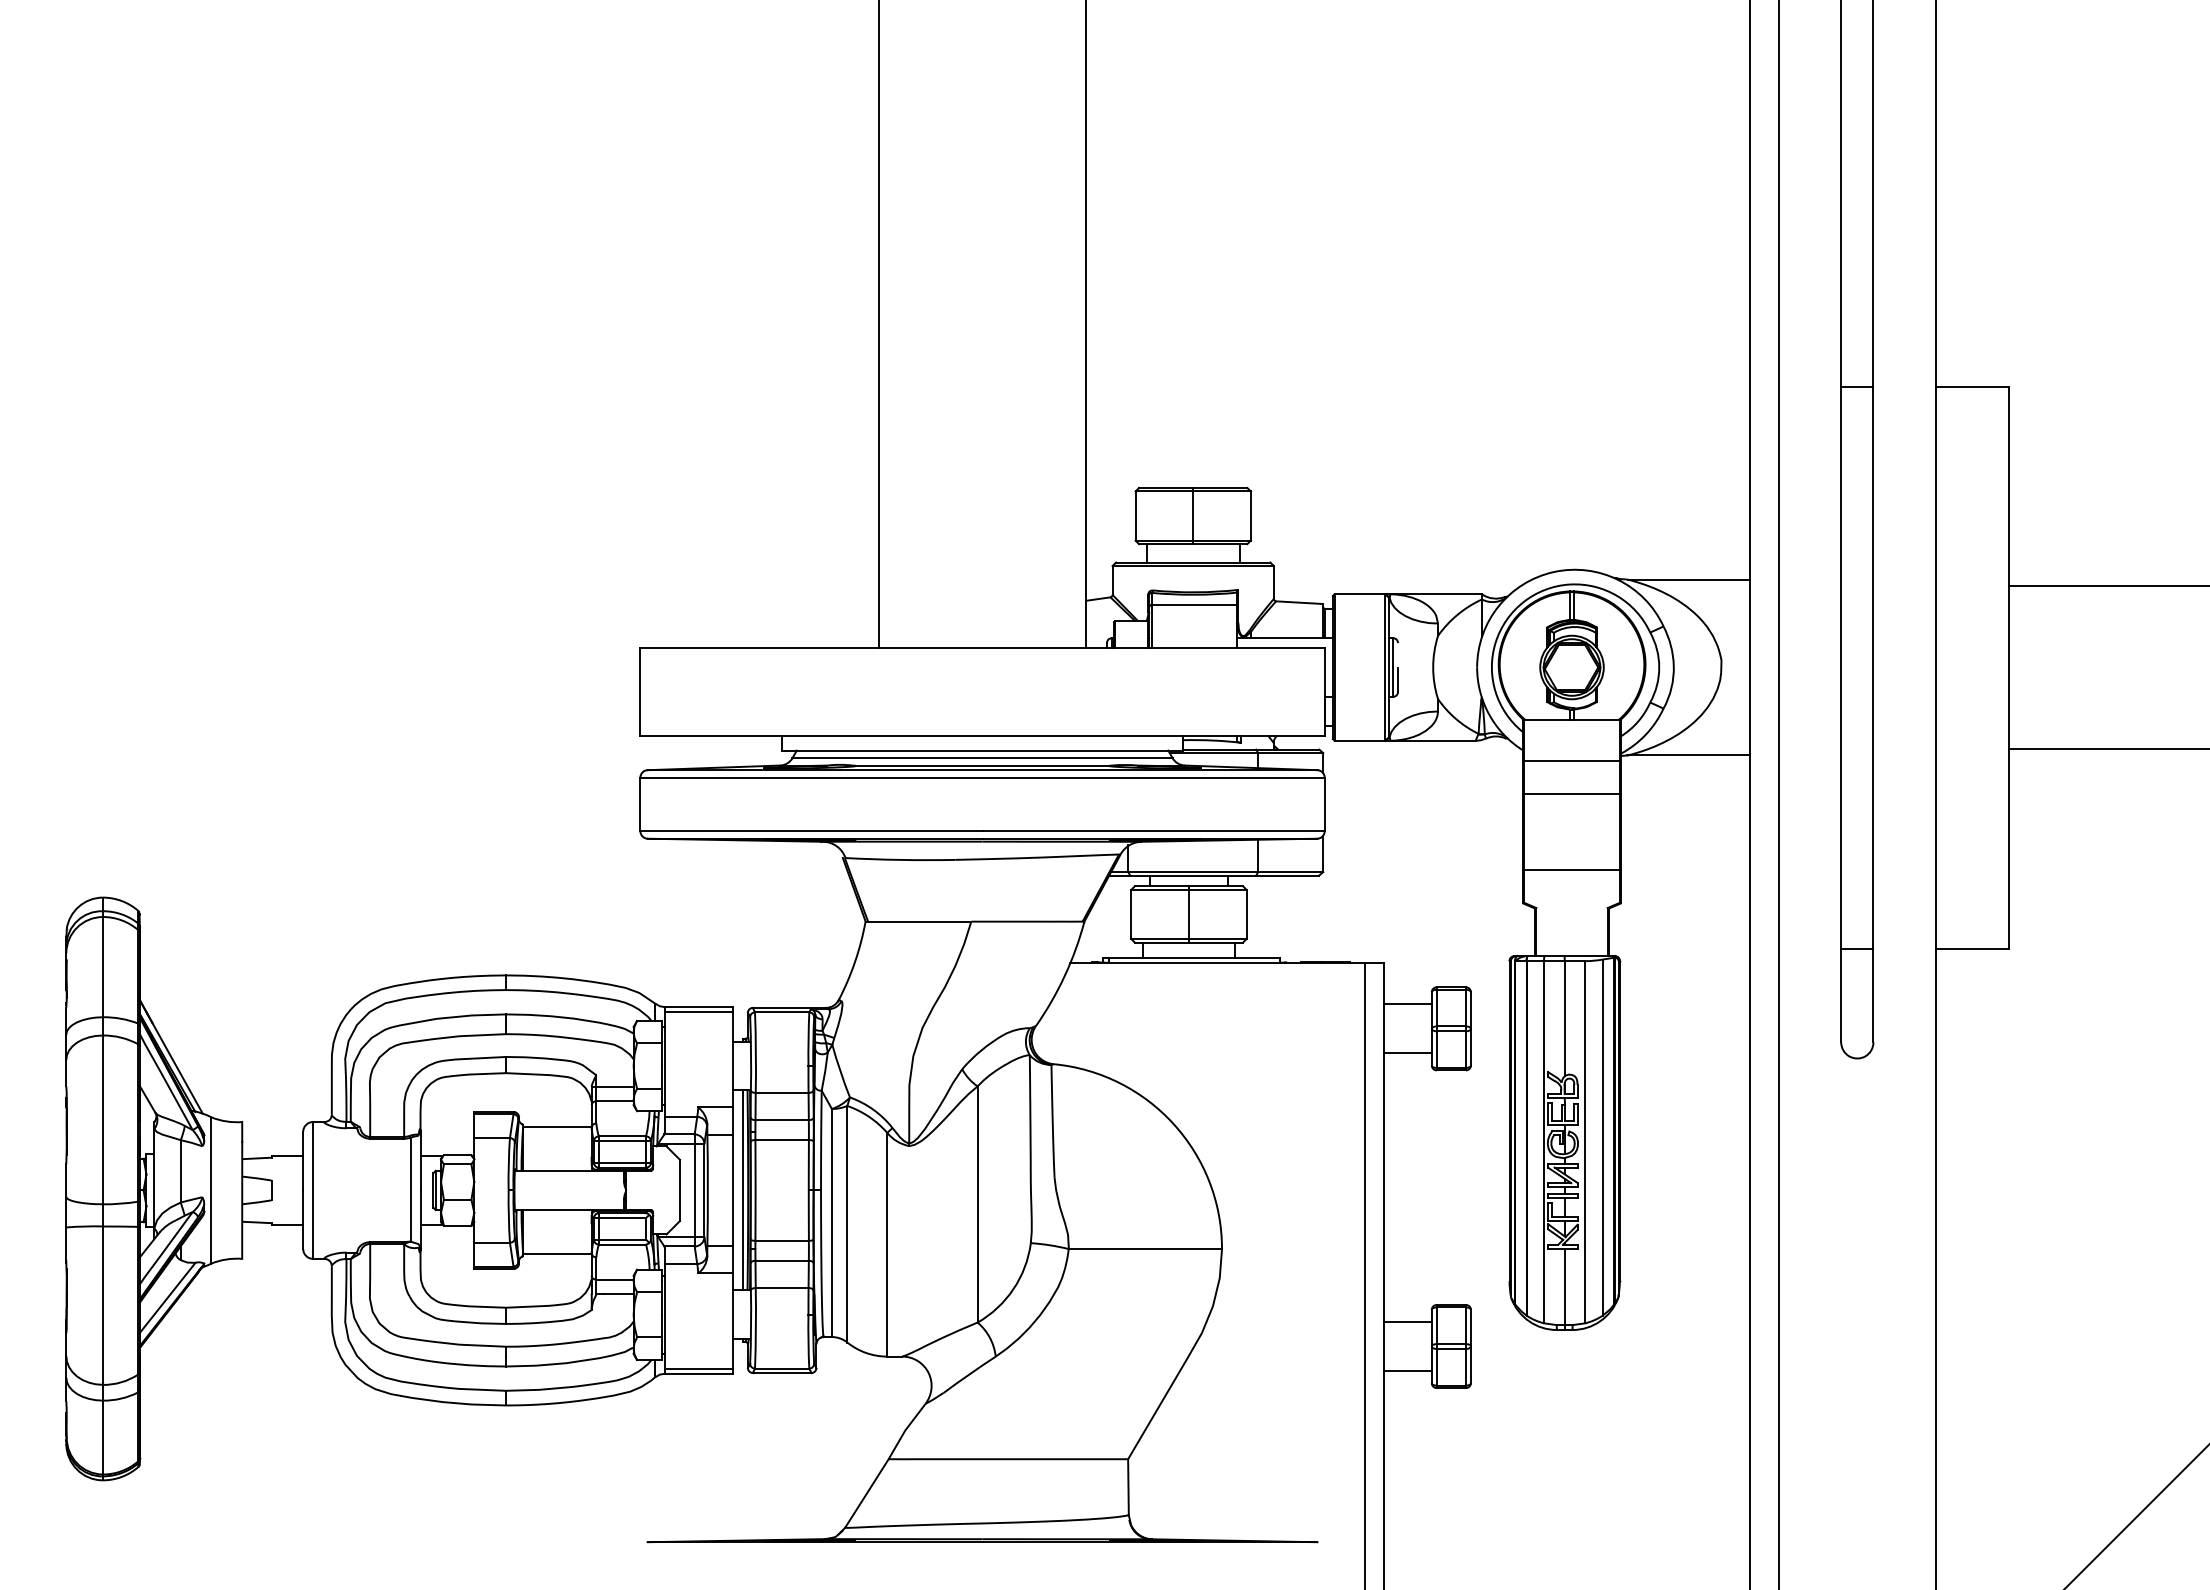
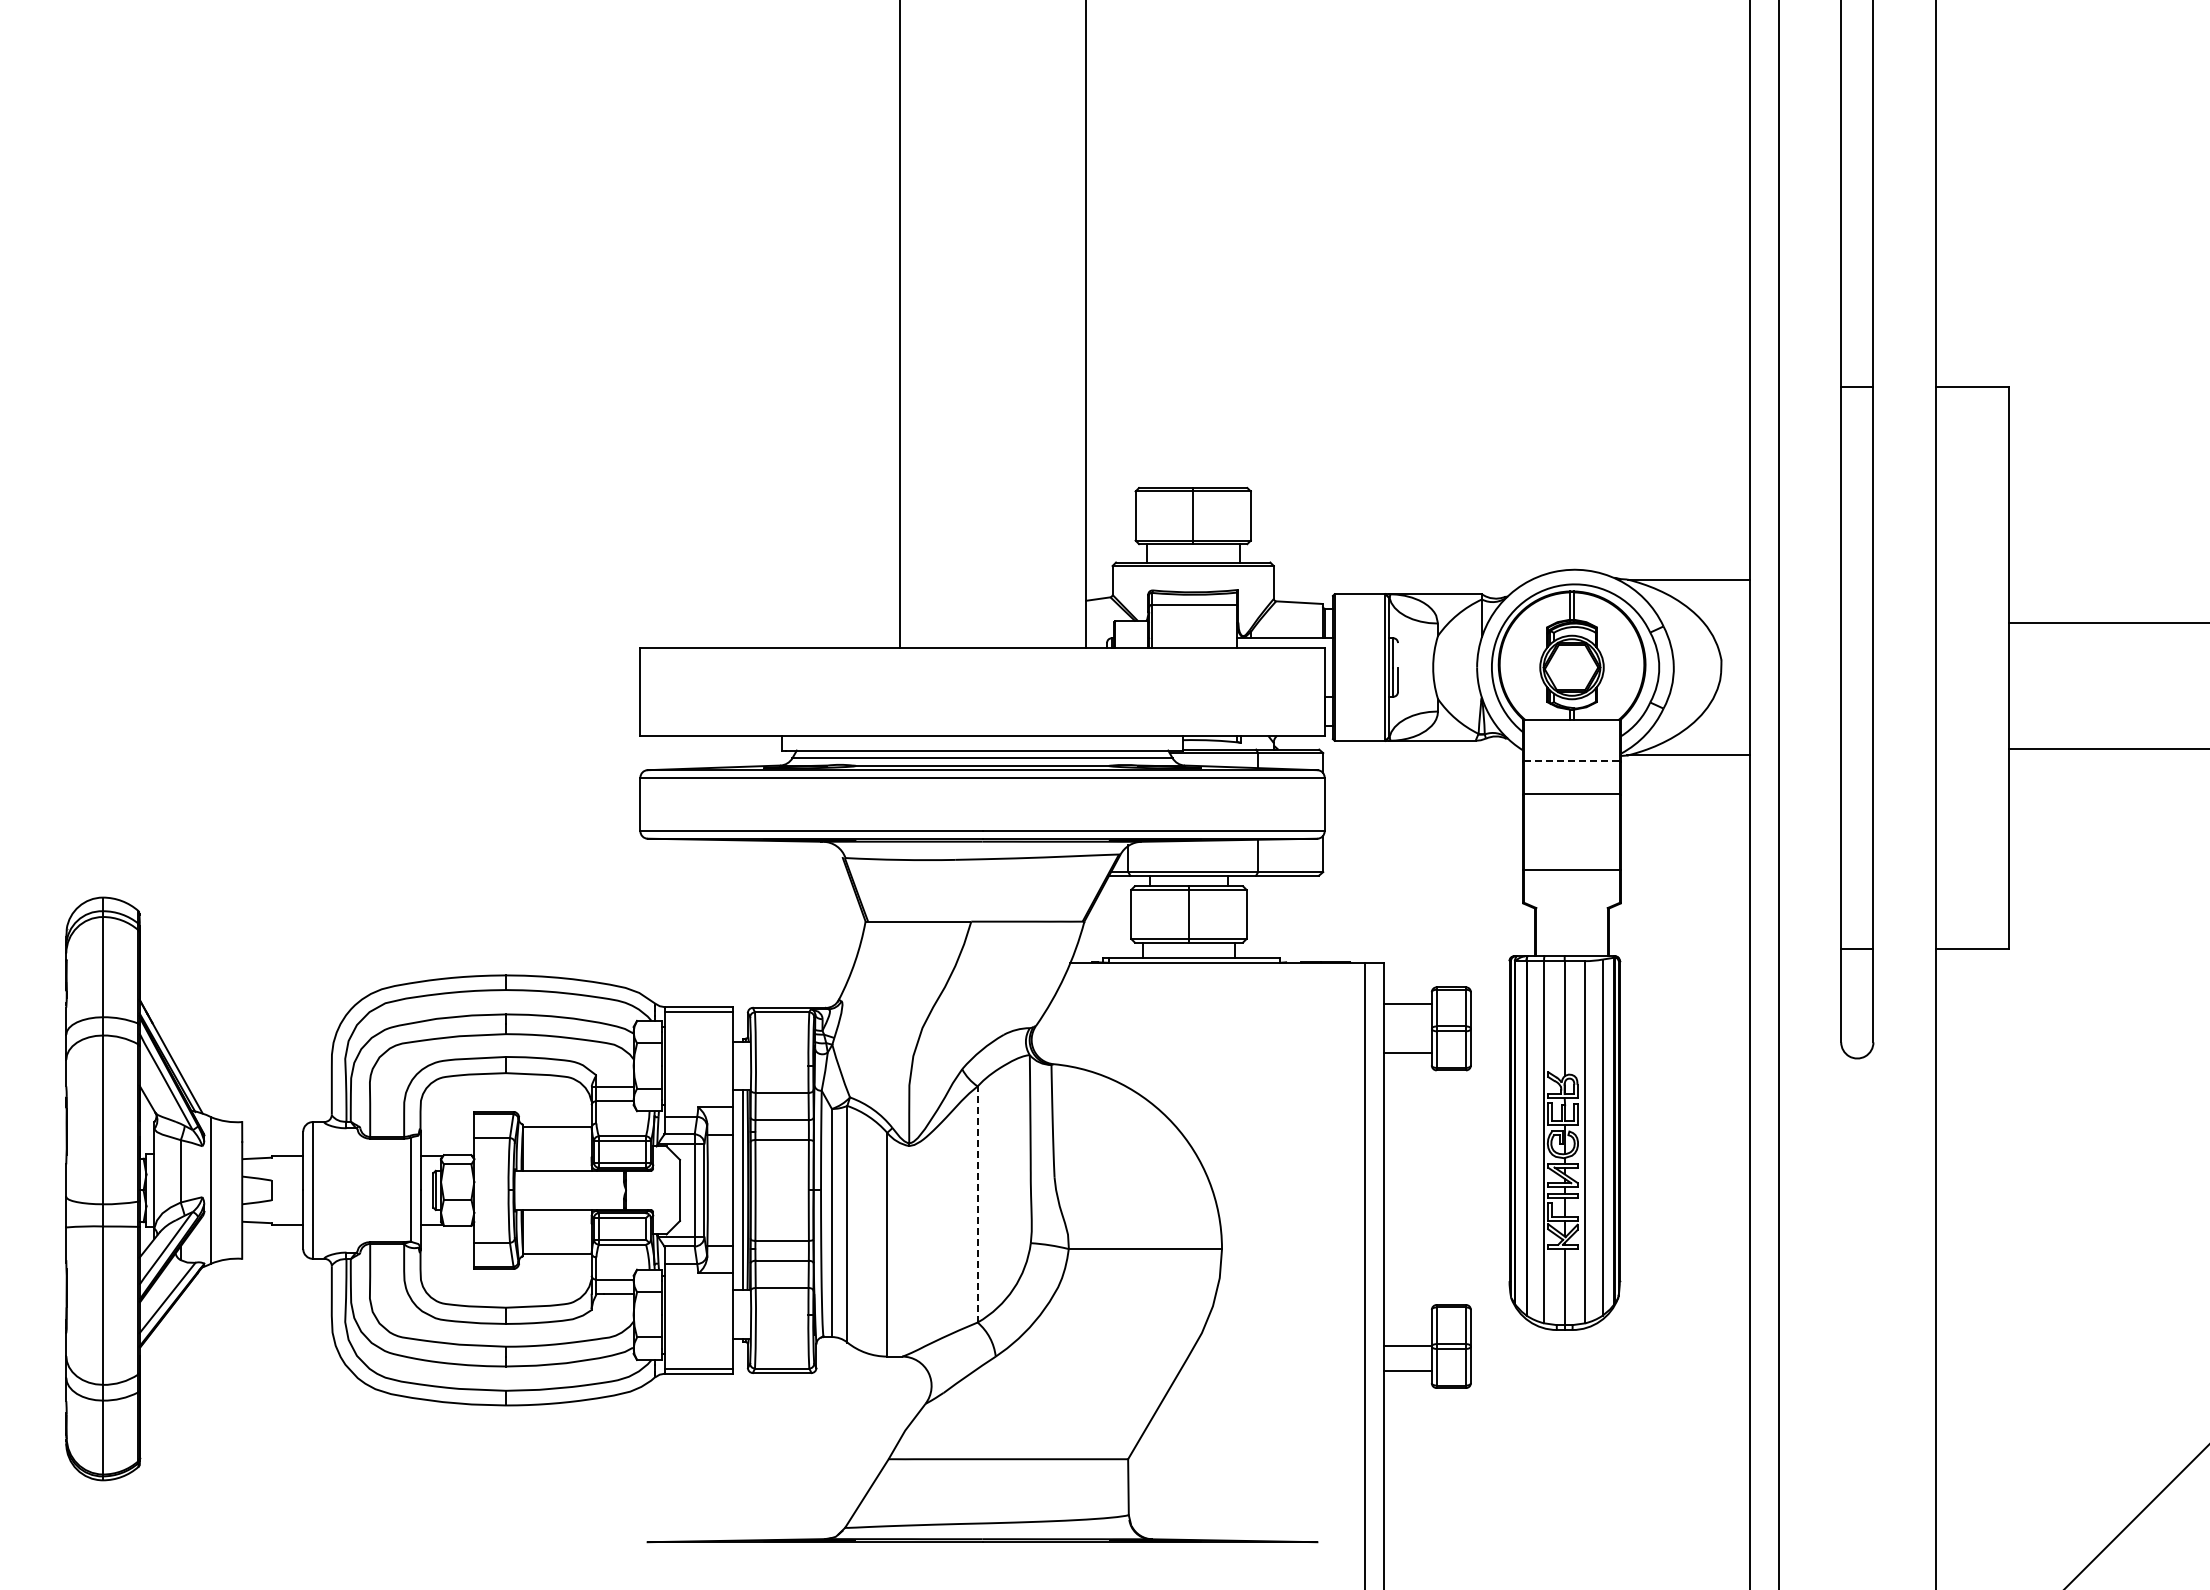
line at (878, 324) position: (878, 324) -> (899, 324)
line at (2107, 585) position: (2107, 585) -> (2107, 622)
line at (1572, 760): solid -> dashed
line at (977, 1203): solid -> dashed
line at (1407, 1322) position: (1407, 1322) -> (1407, 1346)
